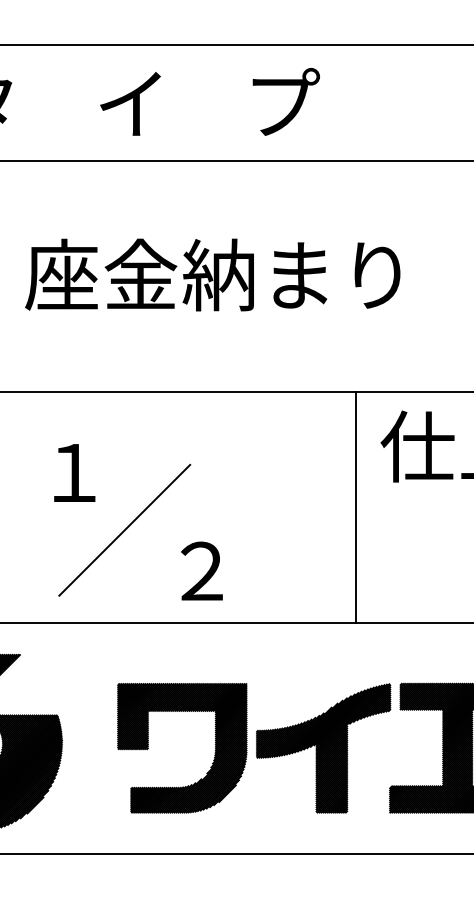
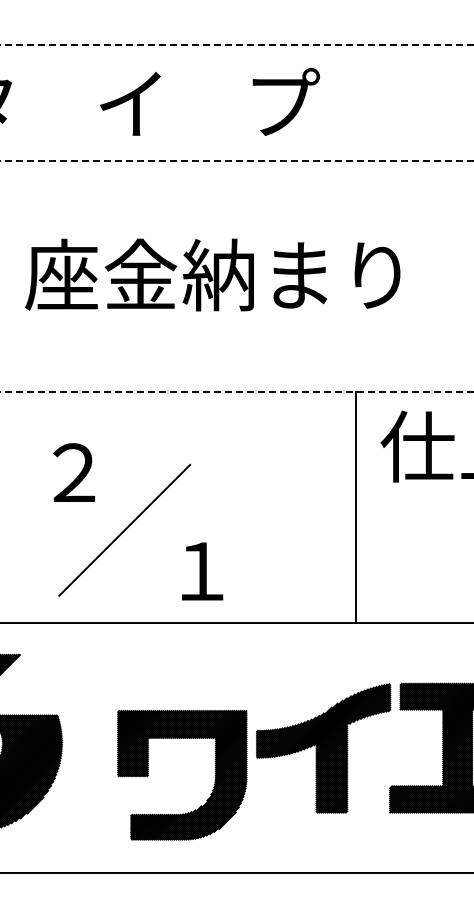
line at (237, 44): solid -> dashed
line at (237, 160): solid -> dashed
line at (237, 391): solid -> dashed
text at (74, 472): １ -> ２
text at (202, 570): ２ -> １
part at (214, 750) position: (214, 750) -> (214, 777)
line at (236, 853) position: (236, 853) -> (236, 872)
